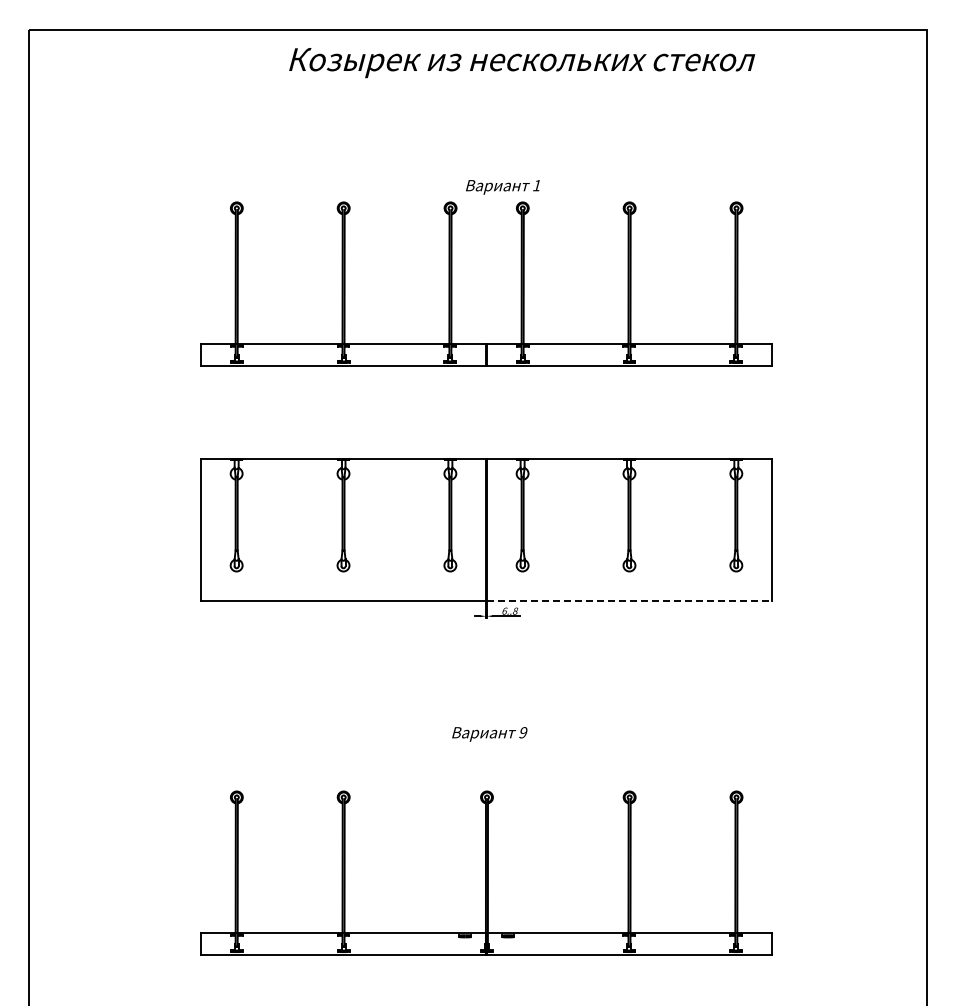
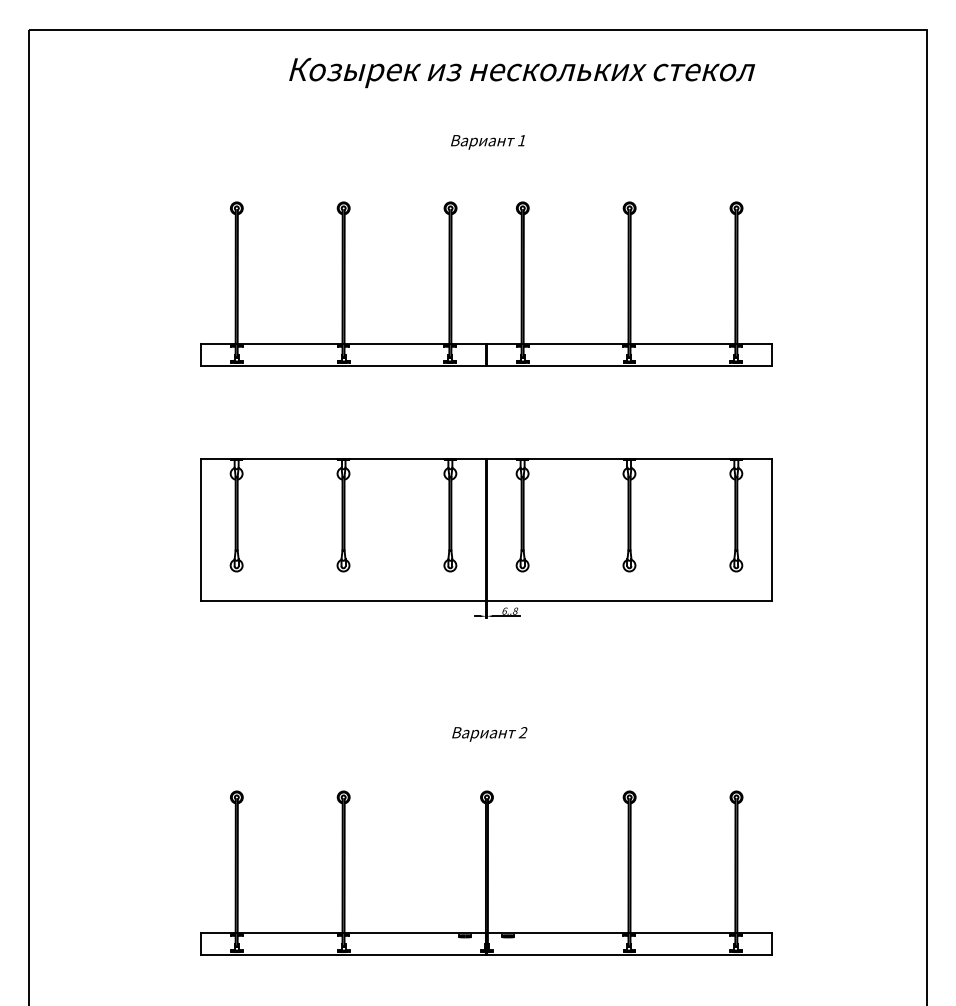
text at (522, 63) position: (522, 63) -> (522, 73)
text at (502, 187) position: (502, 187) -> (487, 142)
line at (629, 601): dashed -> solid
text at (522, 732): 9 -> 2
